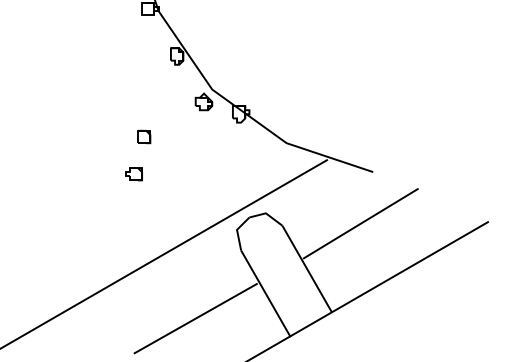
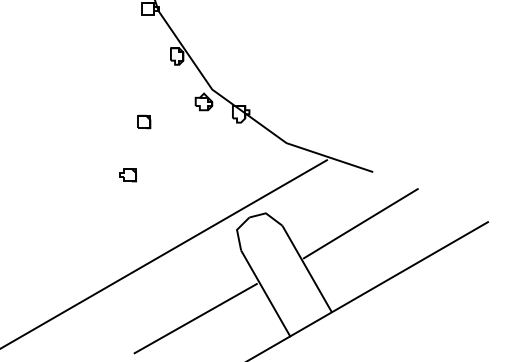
part at (144, 136) position: (144, 136) -> (144, 121)
part at (133, 174) position: (133, 174) -> (127, 175)
